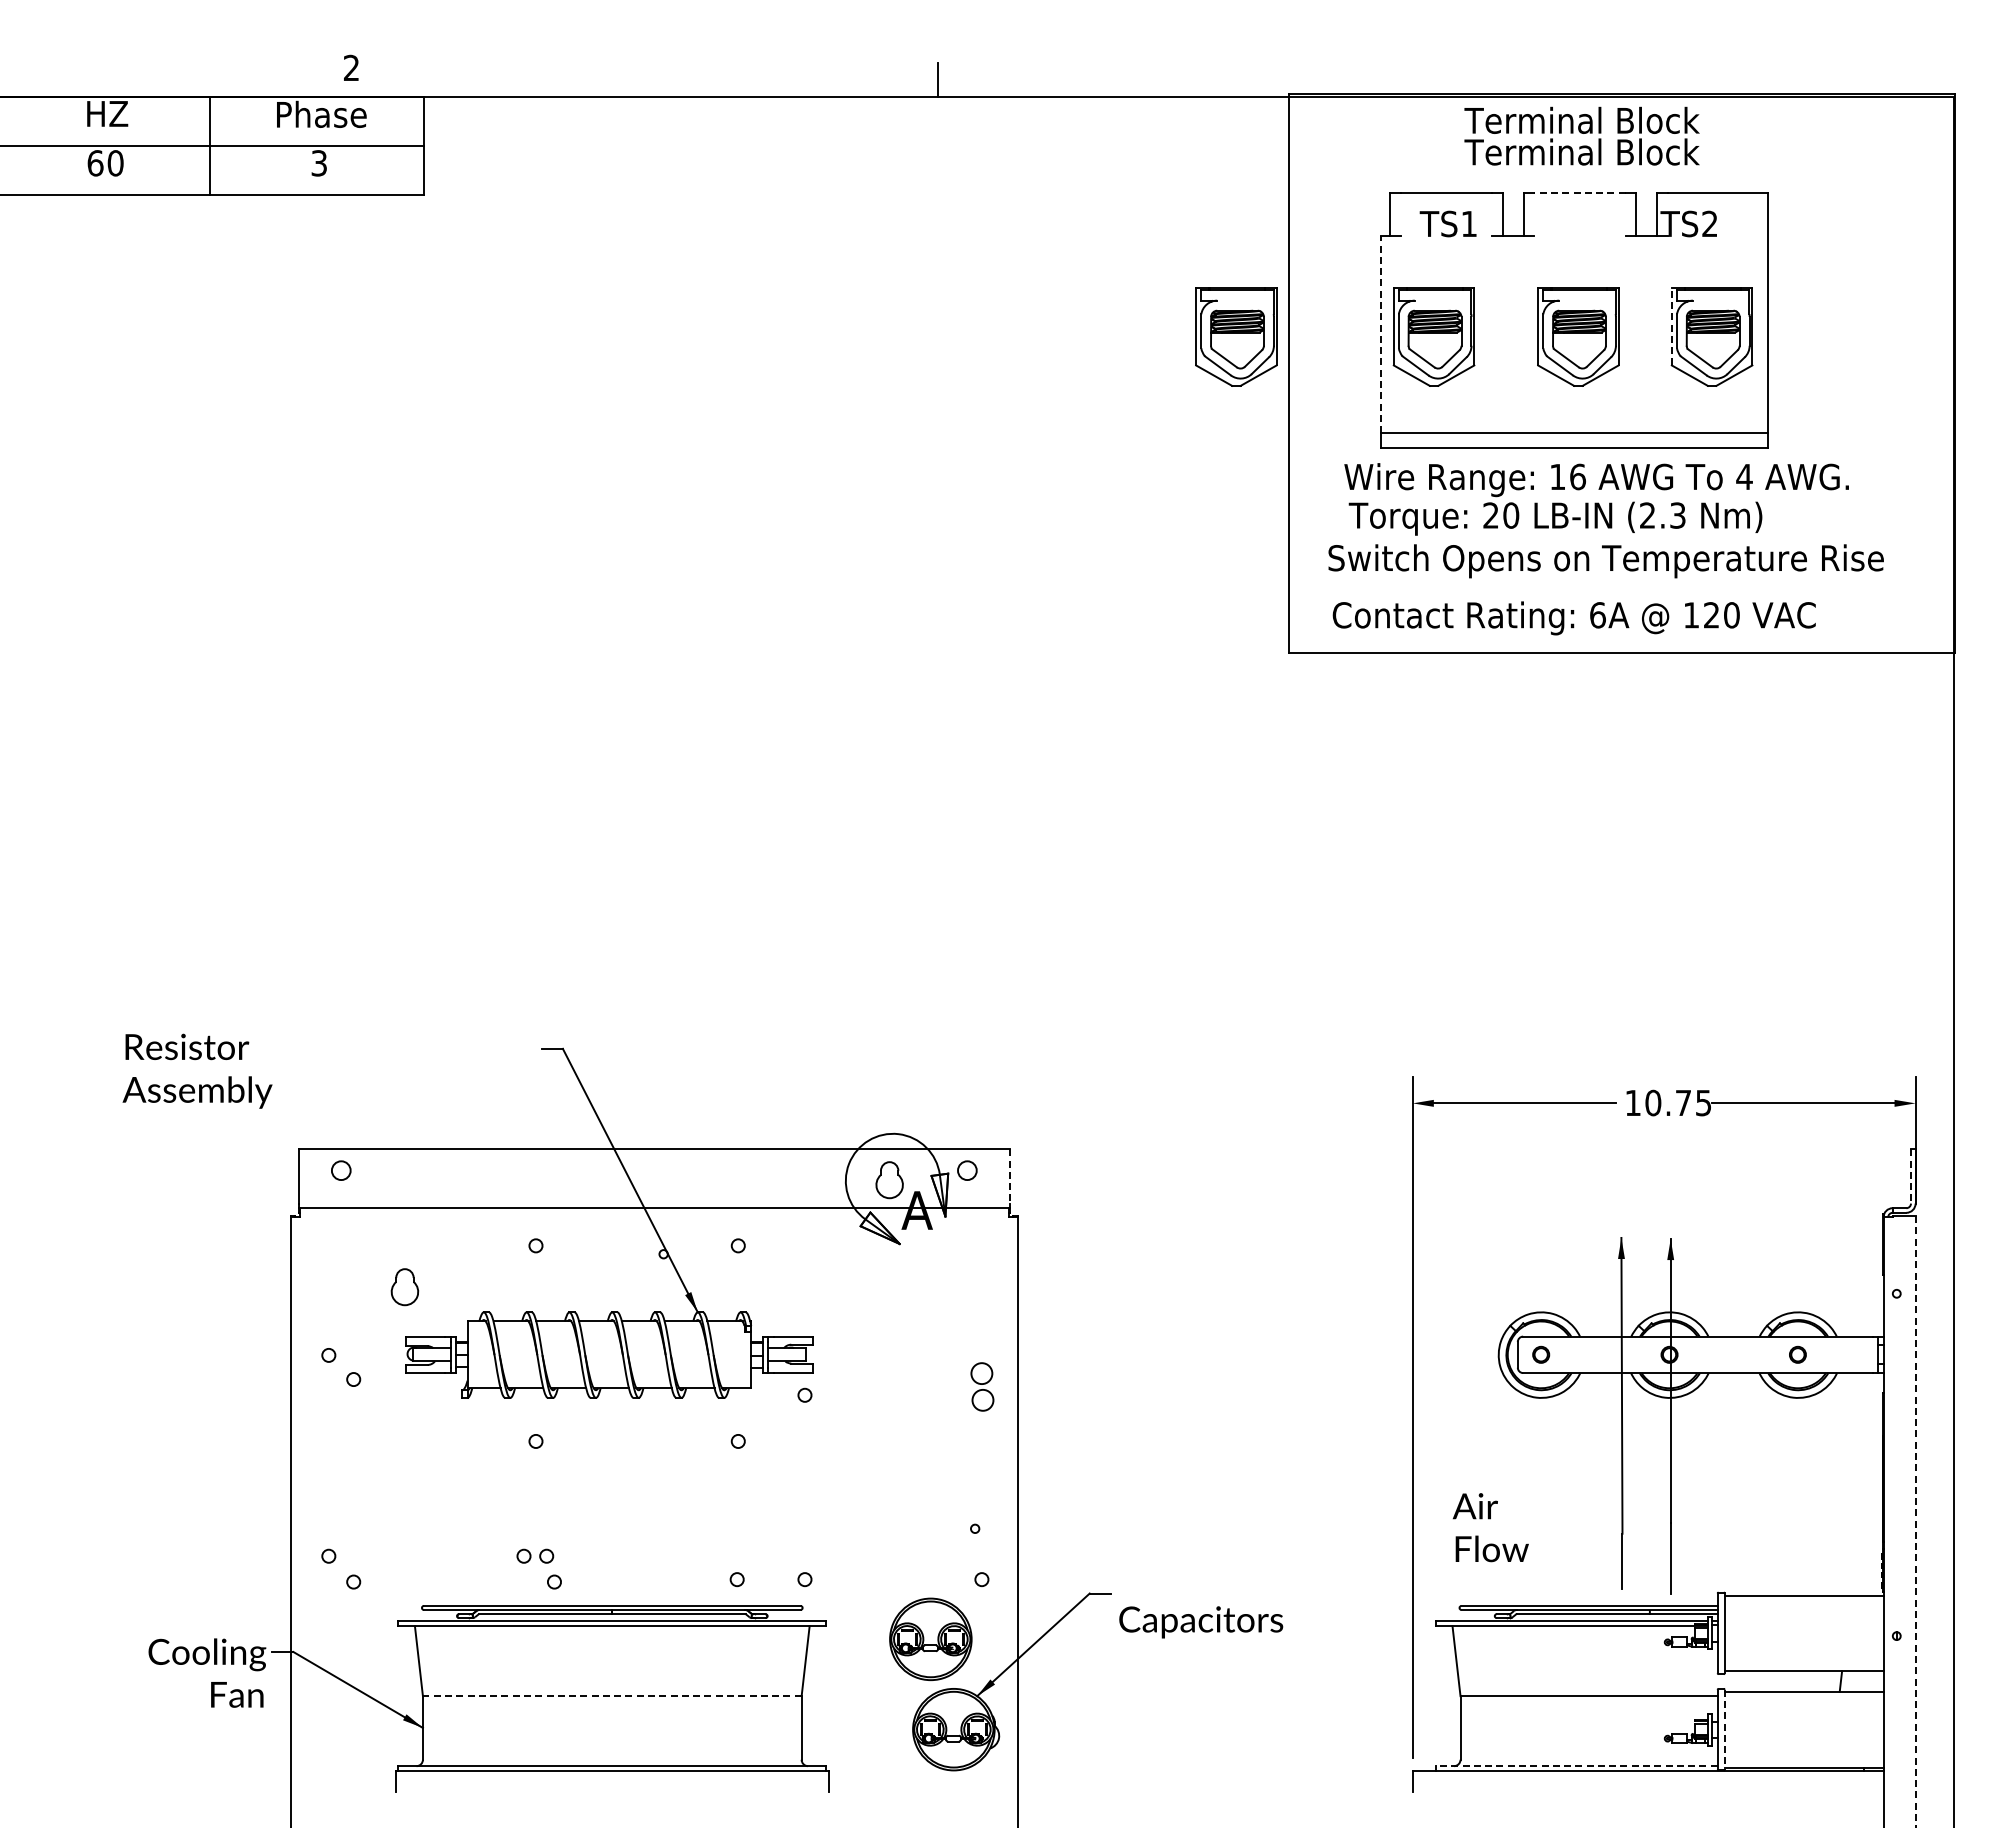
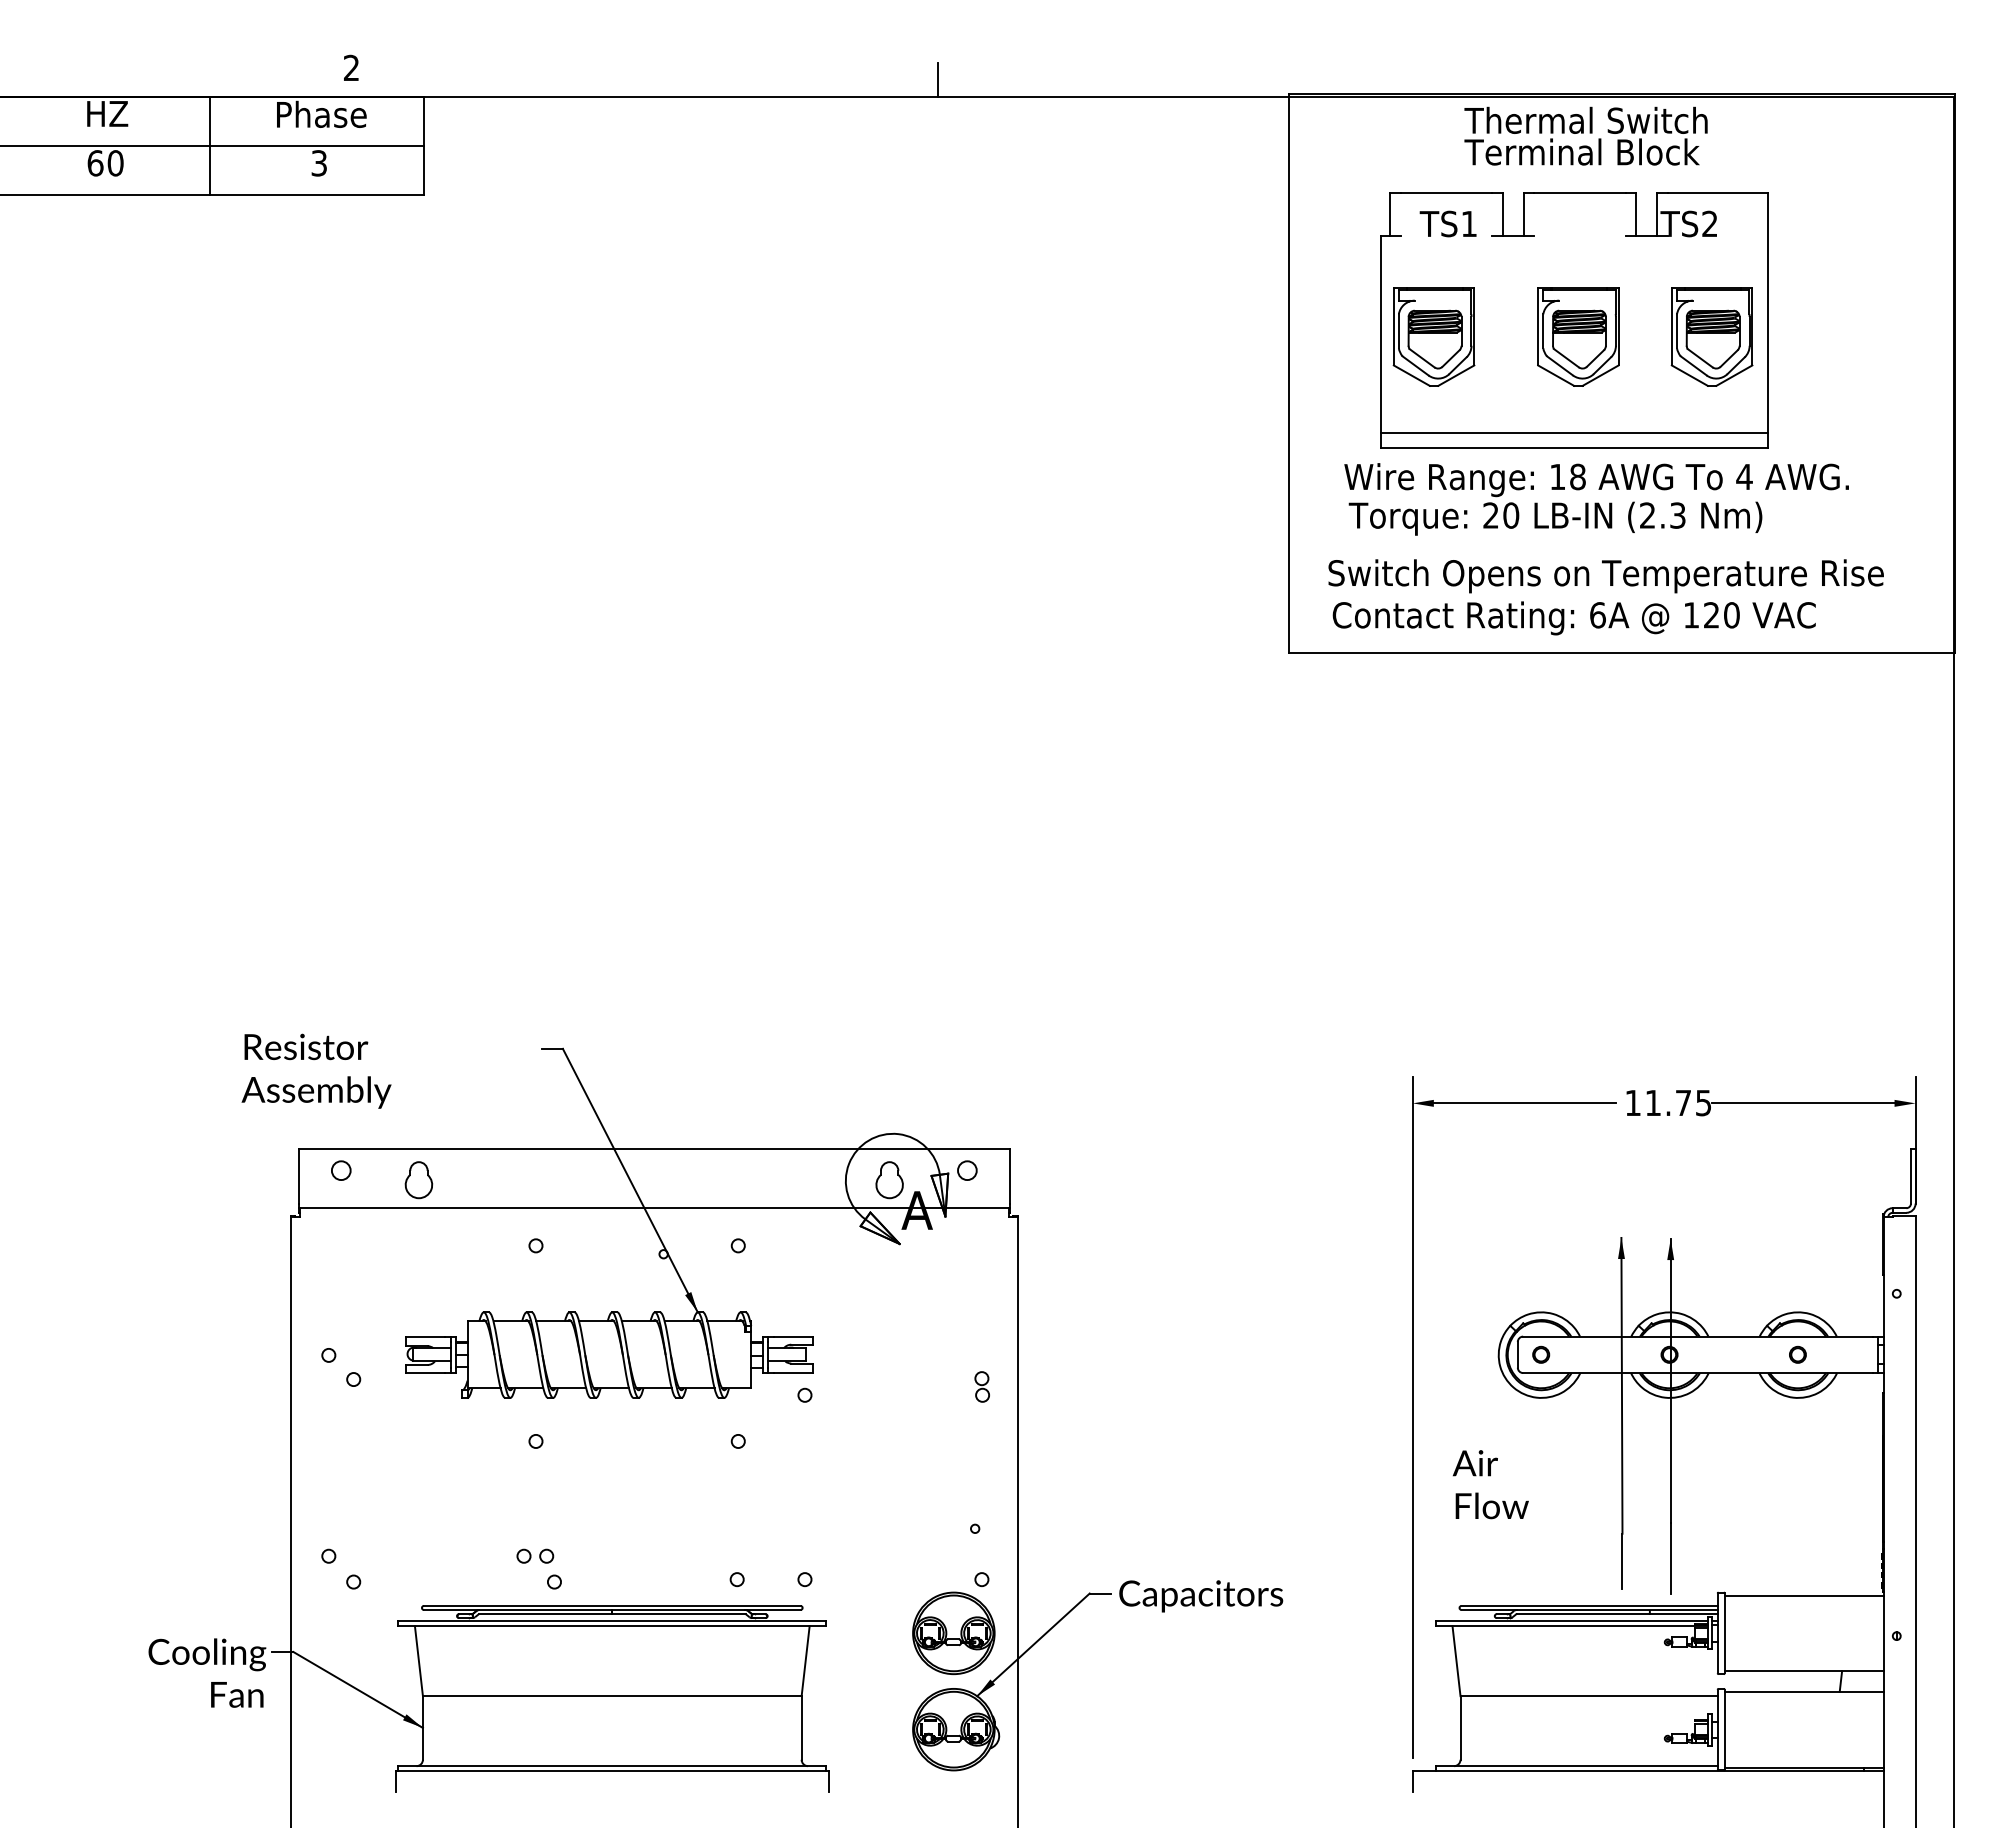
text at (1596, 119): Terminal Block -> Thermal Switch
line at (1580, 193): dashed -> solid
line at (1671, 326): dashed -> solid
line at (1381, 334): dashed -> solid
part at (1236, 336): present -> none
text at (1578, 476): 16 -> 18
text at (1605, 561) position: (1605, 561) -> (1605, 576)
text at (197, 1070) position: (197, 1070) -> (316, 1070)
text at (1653, 1102): 10.75 -> 11.75
line at (1010, 1176): dashed -> solid
line at (1910, 1176): dashed -> solid
part at (404, 1287) position: (404, 1287) -> (418, 1180)
part at (982, 1386) size: 25x50 px -> 16x32 px
line at (1915, 1521): dashed -> solid
text at (1490, 1527) position: (1490, 1527) -> (1490, 1484)
text at (1201, 1622) position: (1201, 1622) -> (1201, 1596)
part at (930, 1639) position: (930, 1639) -> (953, 1633)
line at (611, 1696): dashed -> solid
line at (1724, 1729): dashed -> solid
line at (1576, 1766): dashed -> solid
